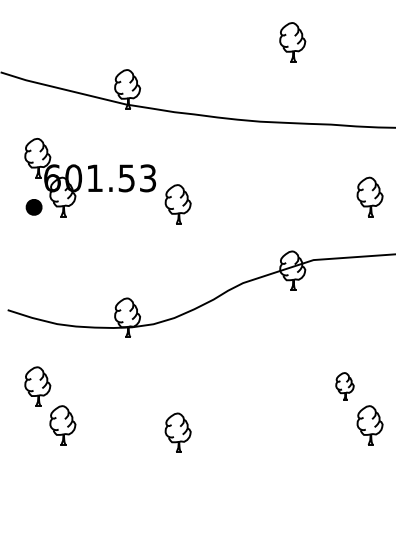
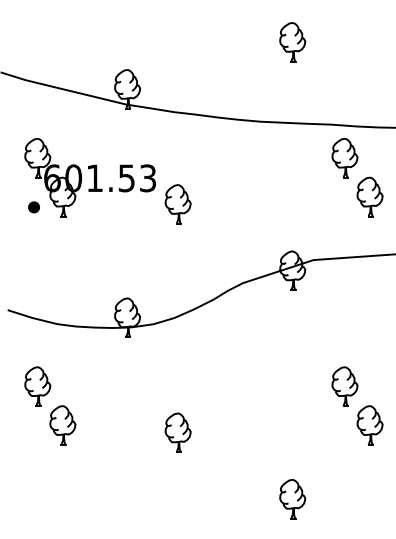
part at (344, 158): none -> present
part at (33, 207) size: 18x17 px -> 12x13 px
part at (344, 386) size: 20x29 px -> 28x41 px
part at (292, 499): none -> present
